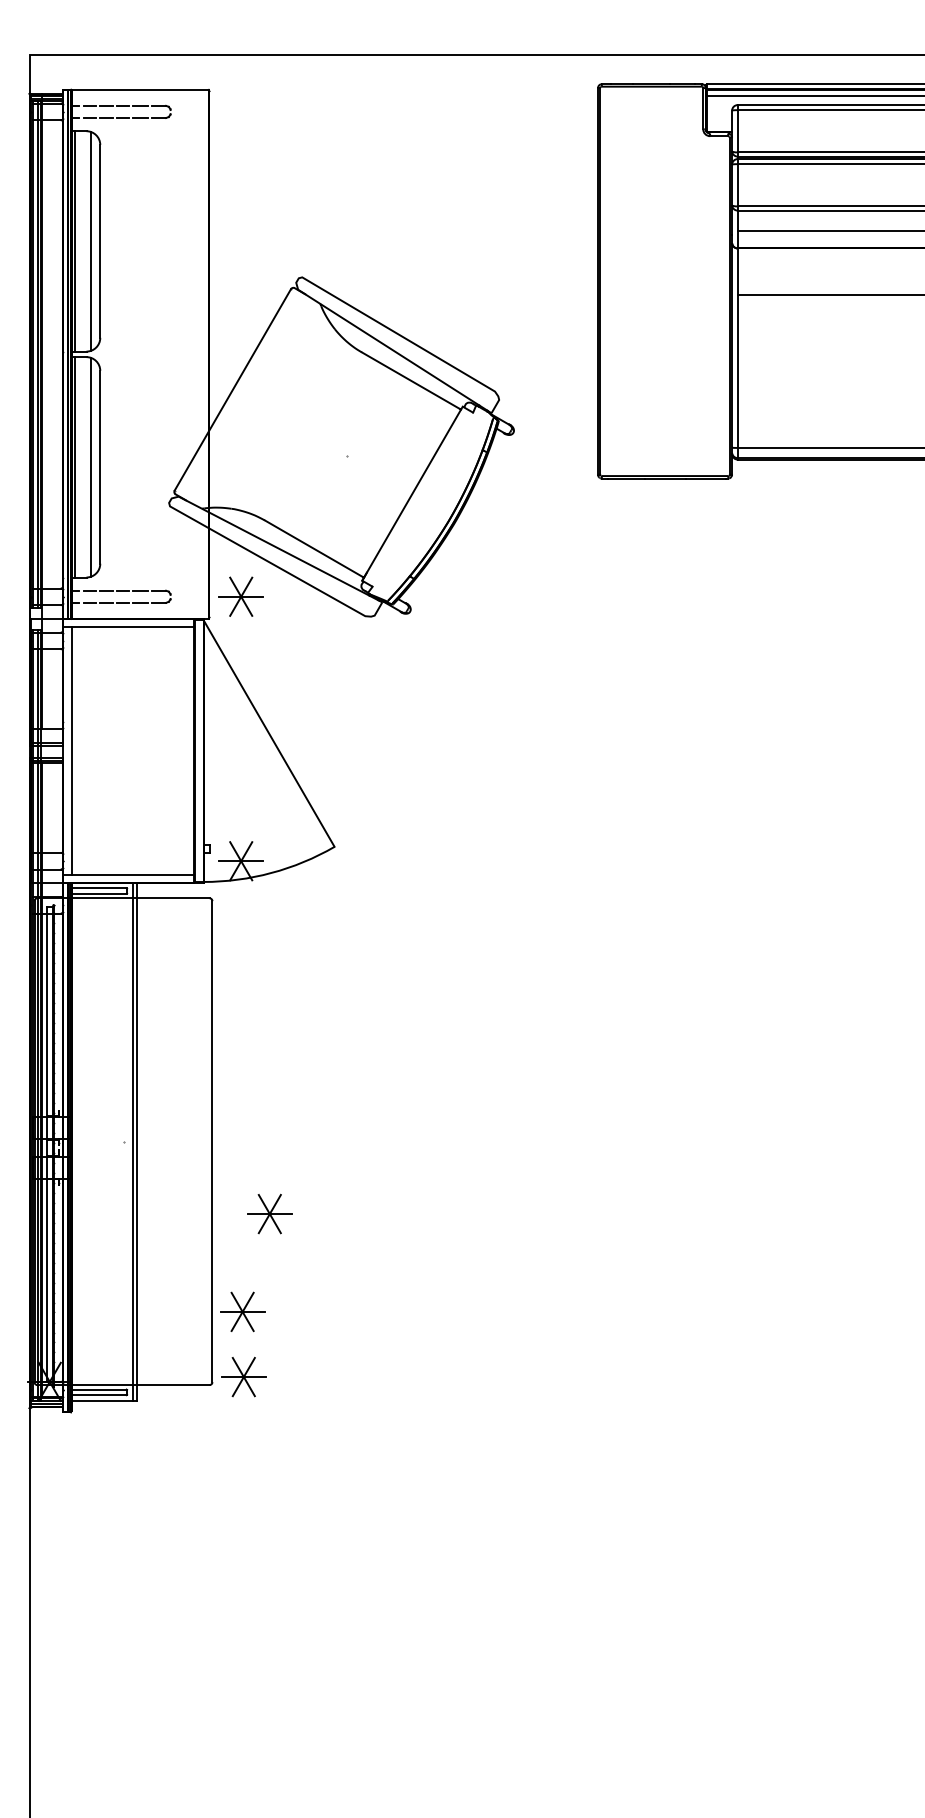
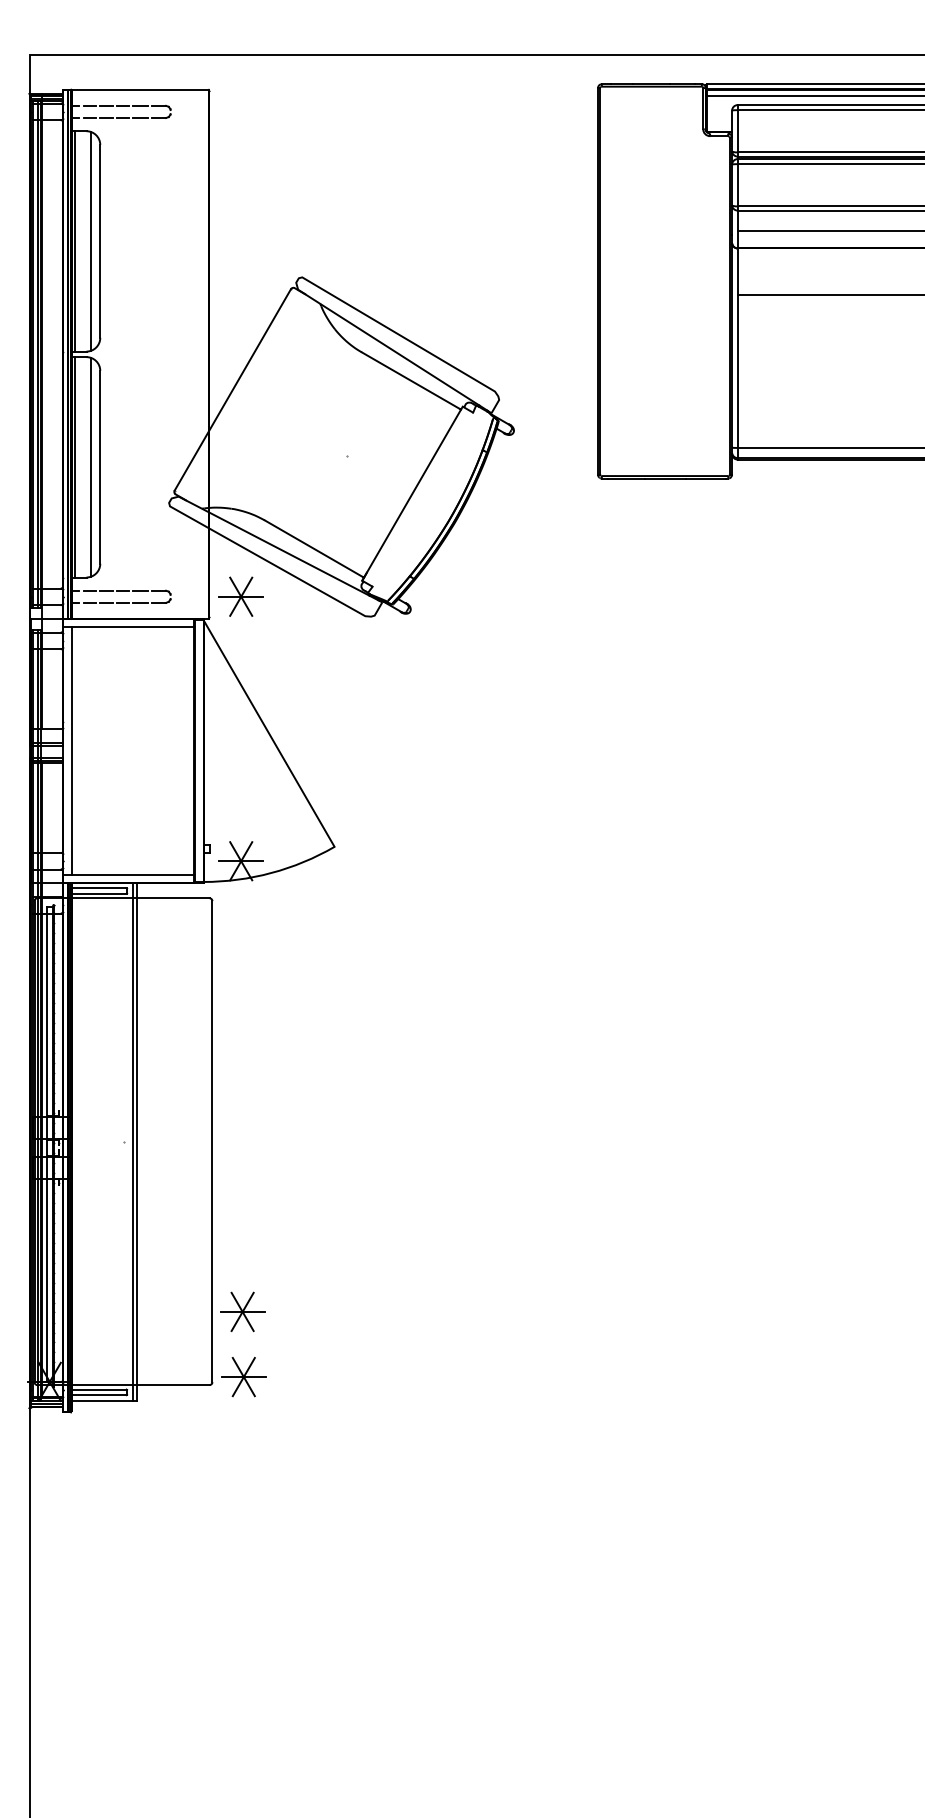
part at (269, 1213): present -> none
